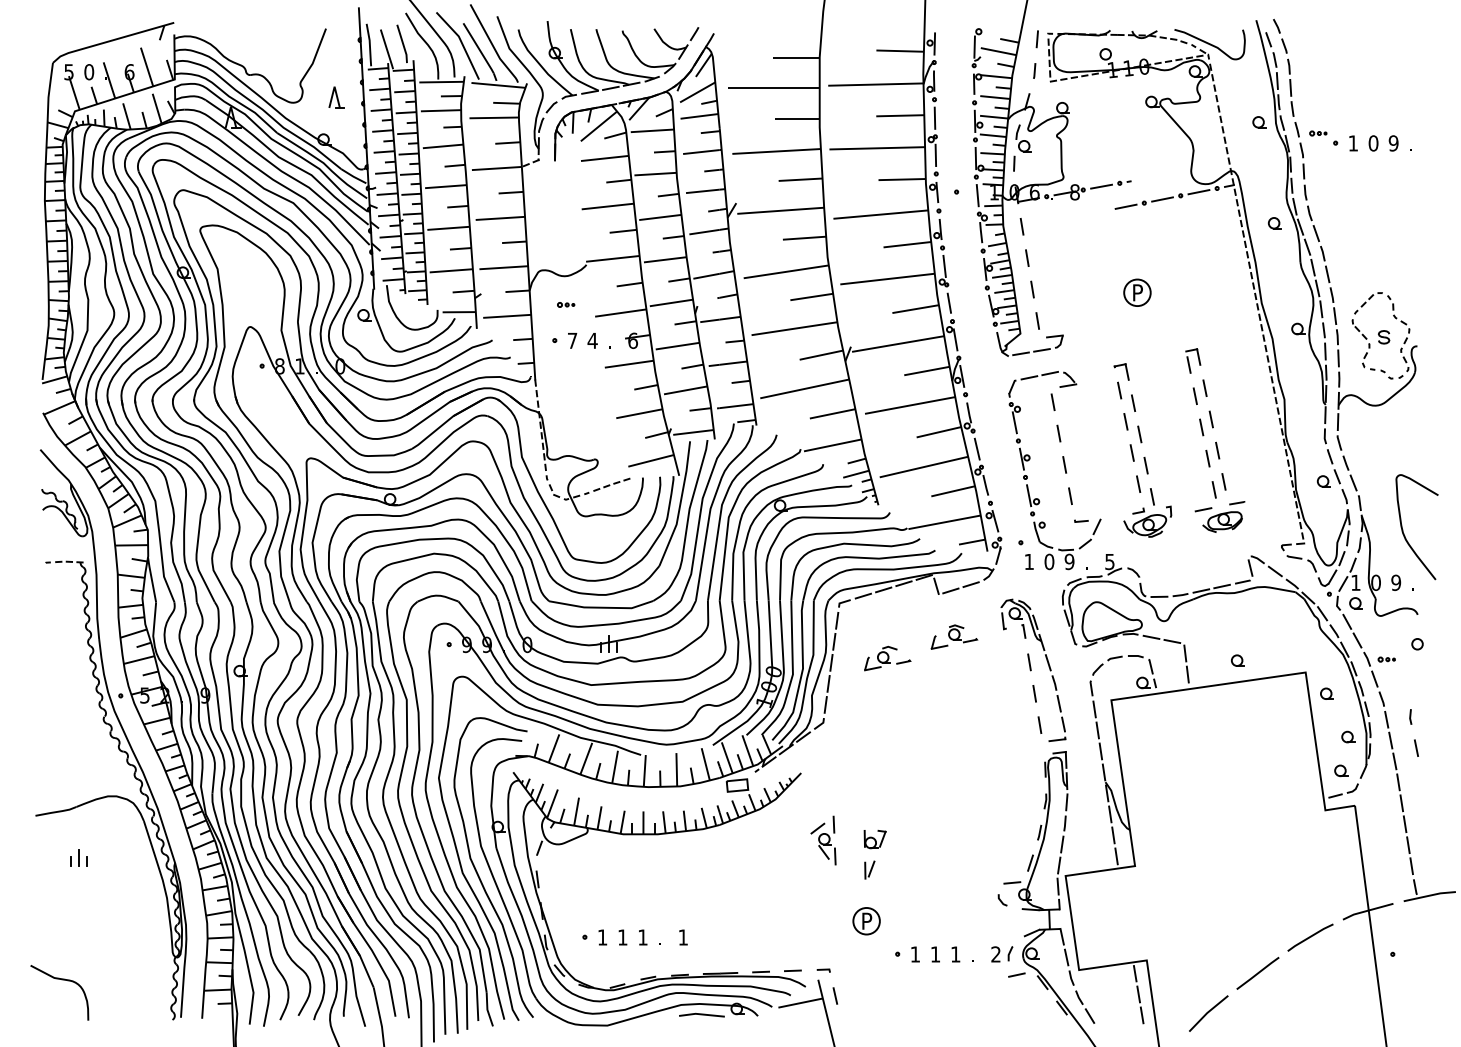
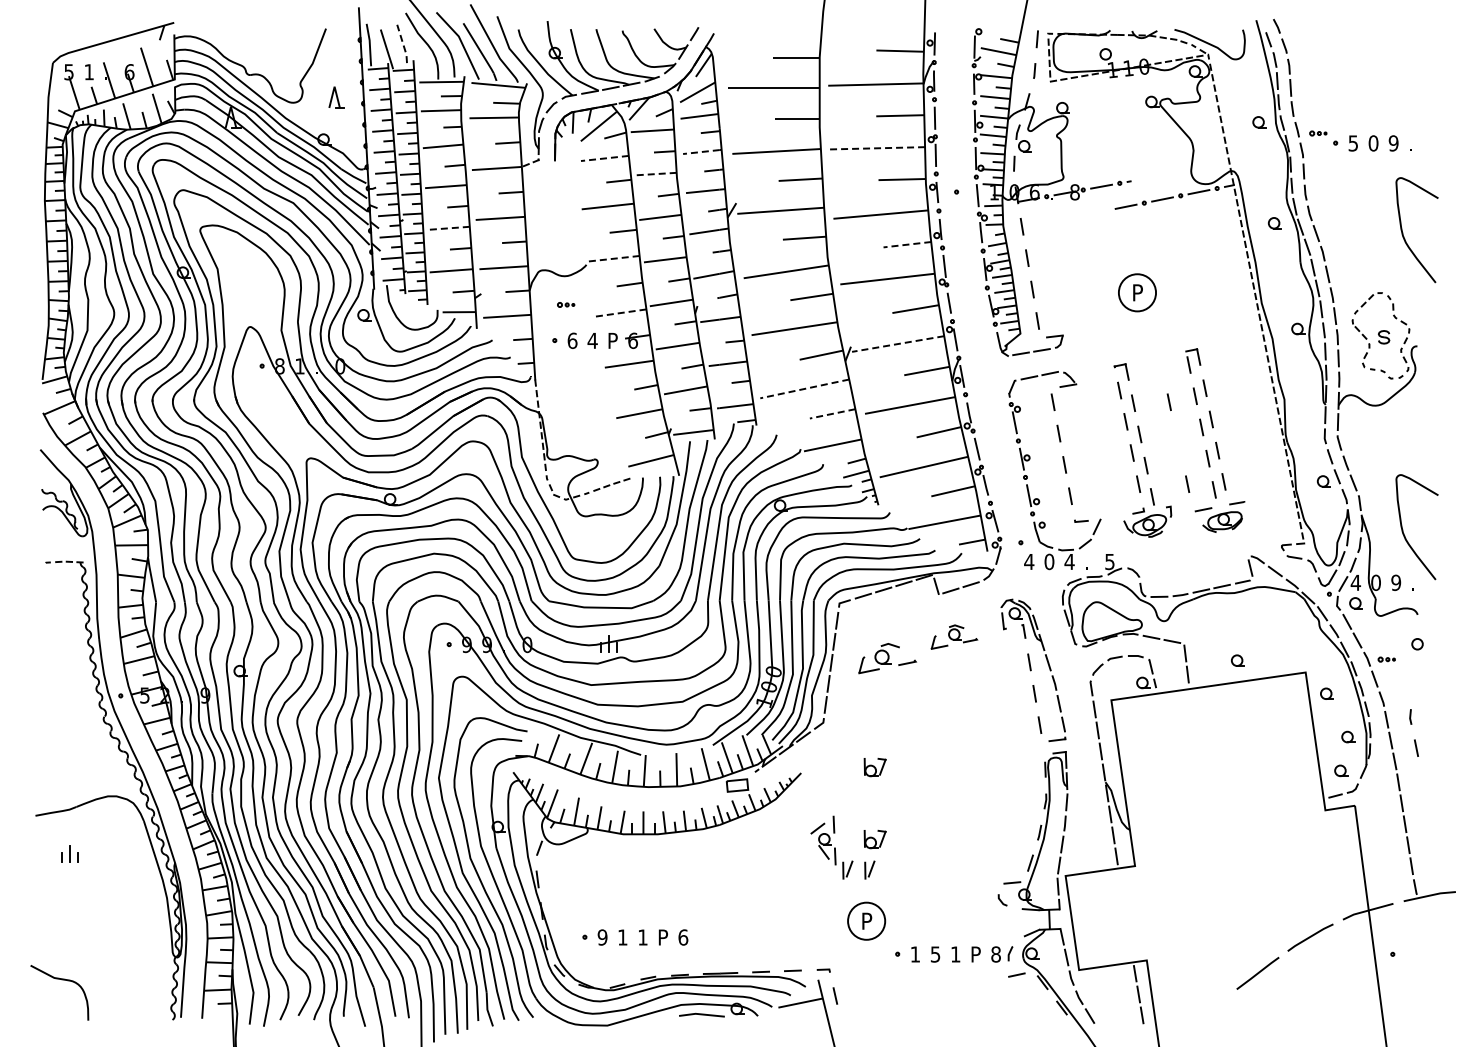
line at (403, 44): solid -> dashed
text at (89, 72): 0 -> 1
text at (1352, 143): 1 -> 5
line at (877, 148): solid -> dashed
line at (700, 152): solid -> dashed
line at (604, 158): solid -> dashed
line at (655, 174): solid -> dashed
line at (448, 228): solid -> dashed
curve at (1403, 232): none -> present
line at (906, 244): solid -> dashed
line at (612, 258): solid -> dashed
circle at (1137, 292) diameter: 27 px -> 37 px
line at (620, 313): solid -> dashed
text at (572, 340): 7 -> 6
text at (612, 340): . -> P
line at (898, 344): solid -> dashed
line at (804, 389): solid -> dashed
line at (1168, 401): none -> present
line at (832, 413): solid -> dashed
line at (1187, 483): none -> present
text at (1029, 561): 1 -> 4
text at (1069, 561): 9 -> 4
text at (1355, 582): 1 -> 4
part at (887, 658) size: 48x27 px -> 59x32 px
part at (874, 767): none -> present
part at (78, 857) position: (78, 857) -> (69, 853)
part at (847, 869): none -> present
circle at (866, 920) diameter: 27 px -> 37 px
text at (602, 937): 1 -> 9
text at (663, 937): . -> P
text at (683, 937): 1 -> 6
text at (935, 954): 1 -> 5
text at (975, 954): . -> P
text at (995, 954): 2 -> 8
line at (1208, 1013): present -> none
